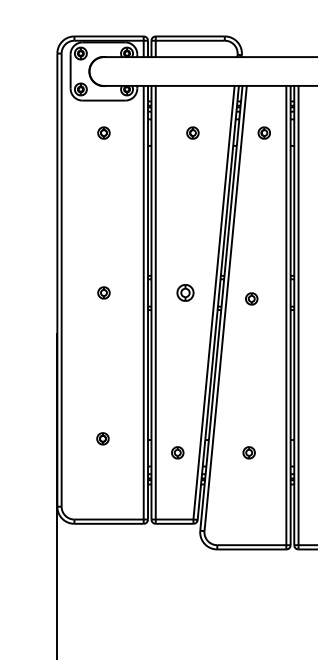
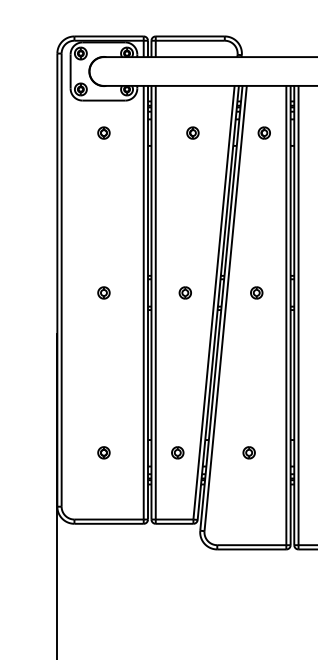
part at (185, 292) size: 19x18 px -> 14x14 px
part at (251, 298) position: (251, 298) -> (256, 292)
part at (102, 438) position: (102, 438) -> (103, 452)
